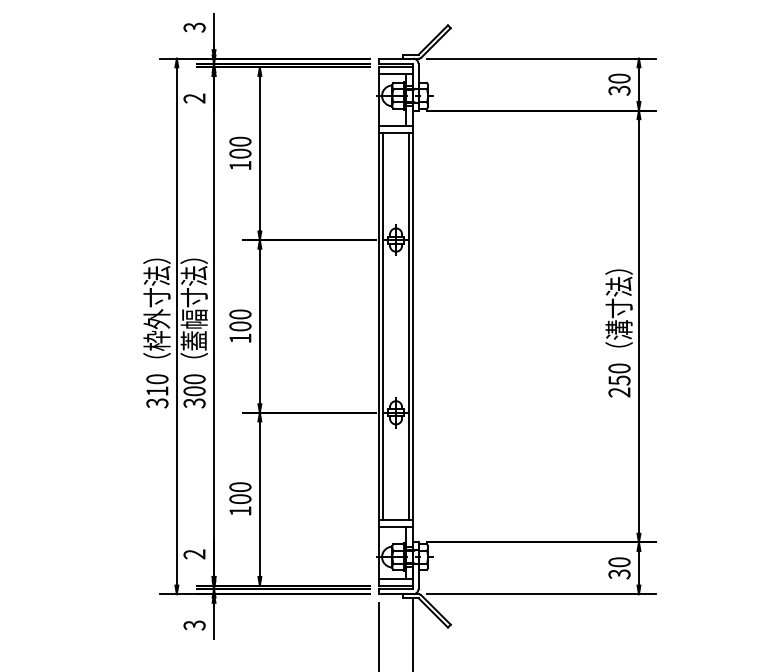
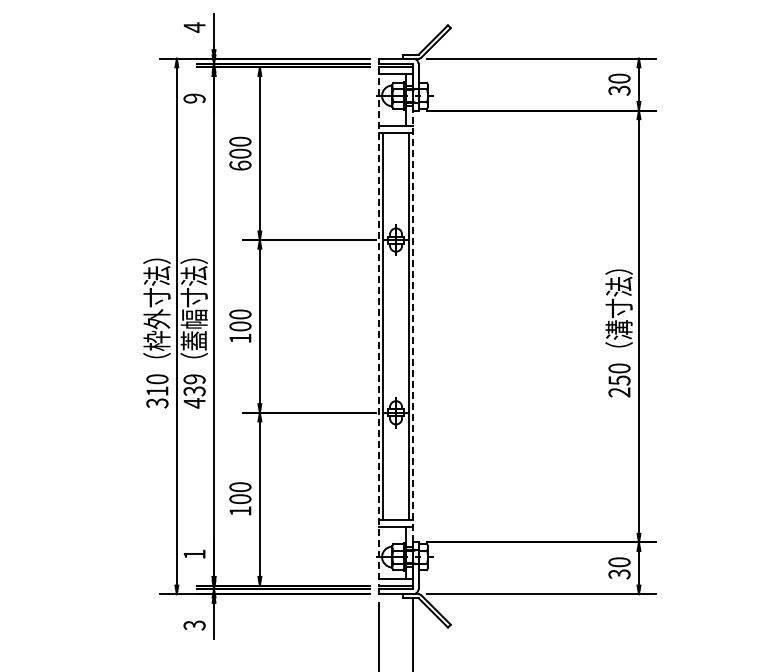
text at (194, 27): 3 -> 4
text at (194, 98): 2 -> 9
text at (240, 165): 100 -> 600
line at (378, 326): solid -> dashed
line at (413, 326): solid -> dashed
text at (194, 391): 300 -> 439
text at (194, 554): 2 -> 1
